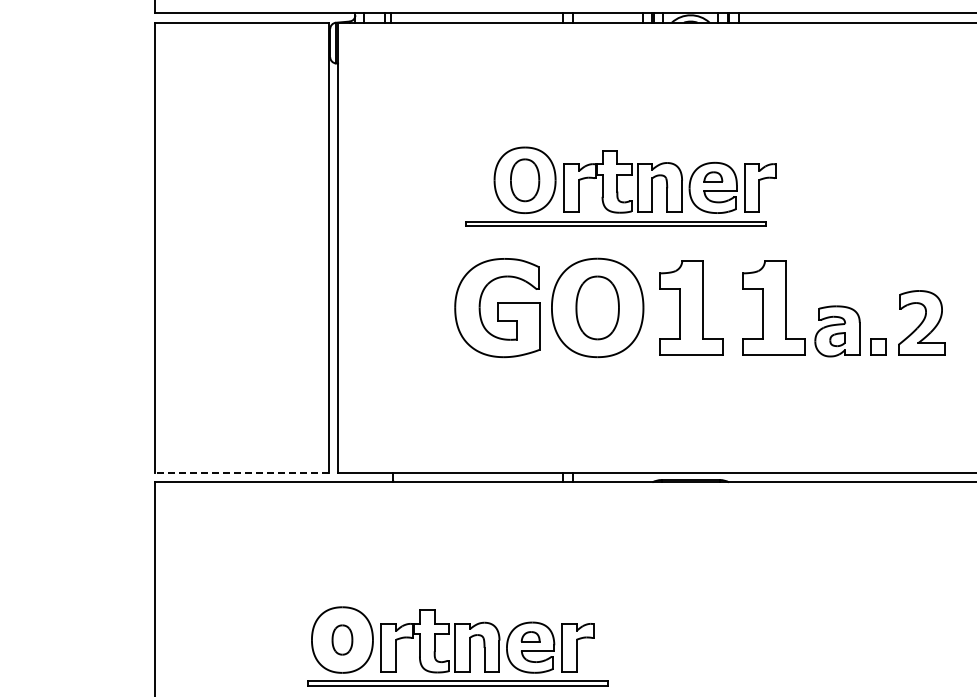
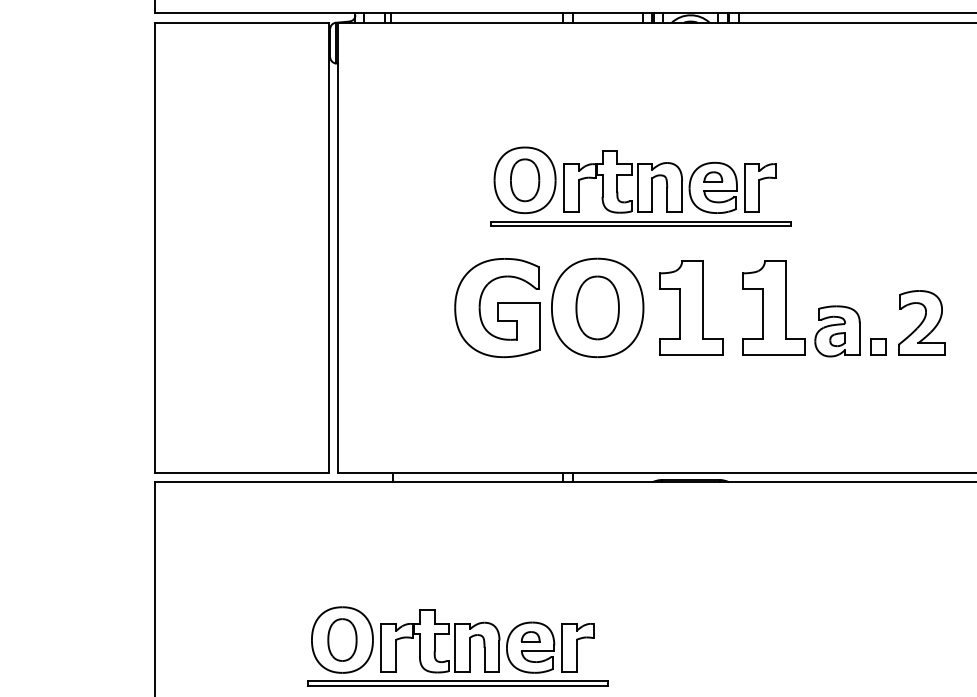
part at (615, 223) position: (615, 223) -> (640, 223)
line at (242, 472): dashed -> solid
part at (342, 639) size: 23x32 px -> 31x44 px
